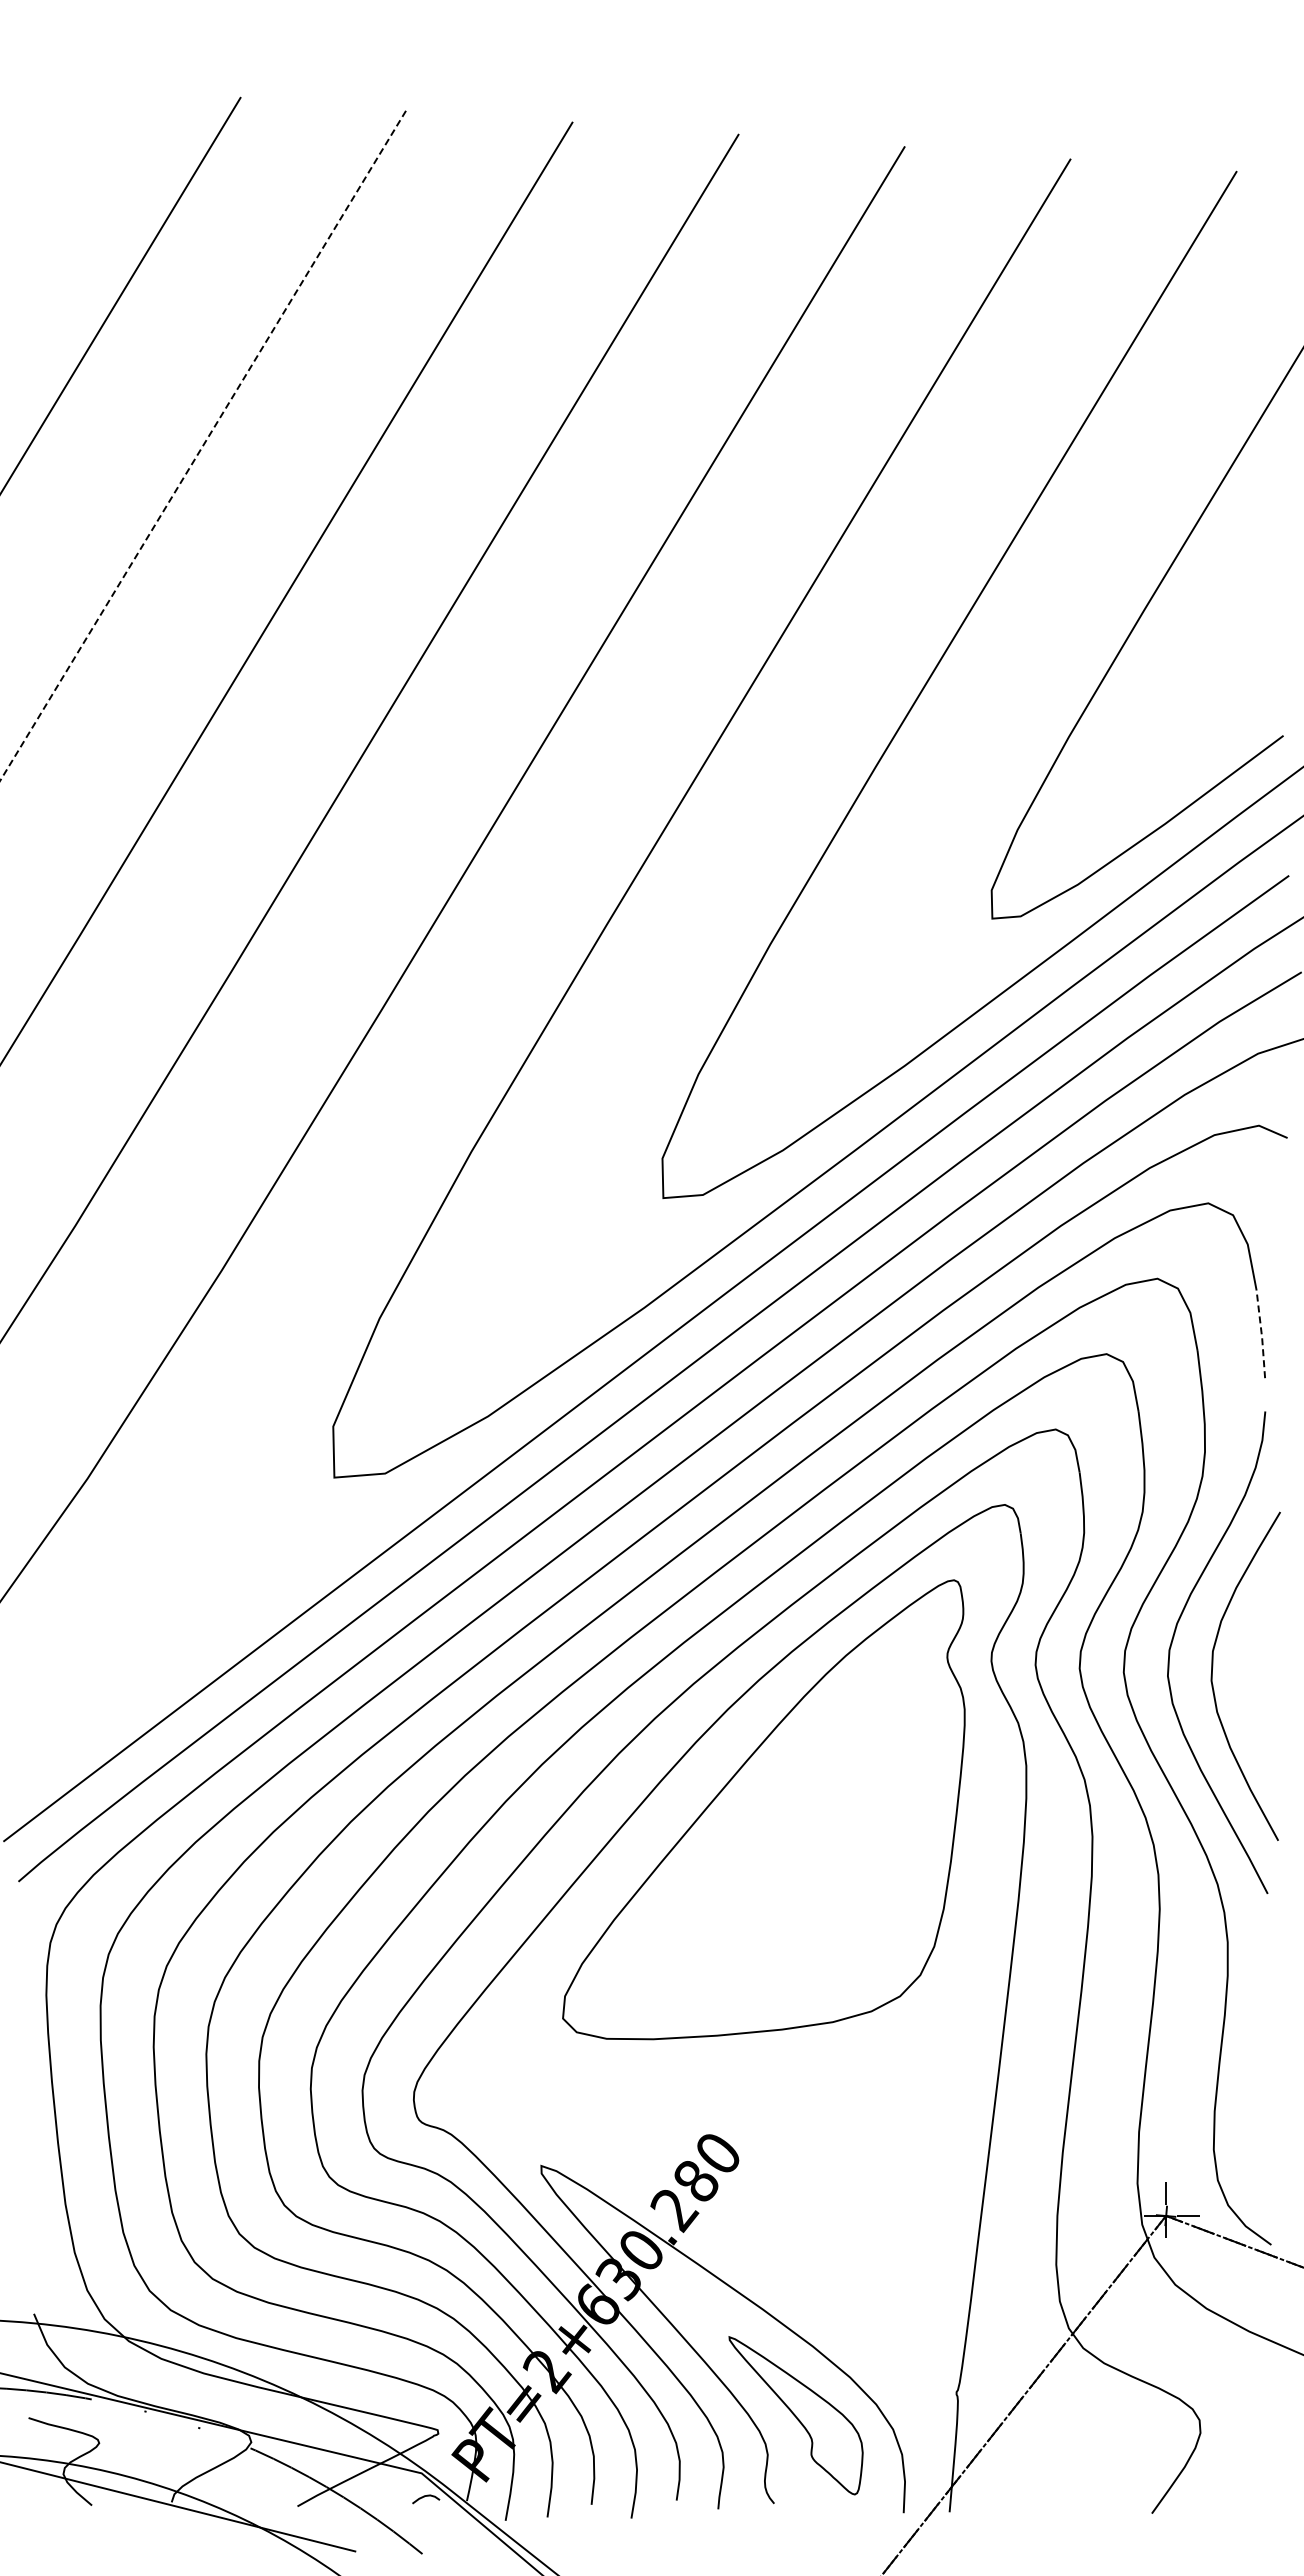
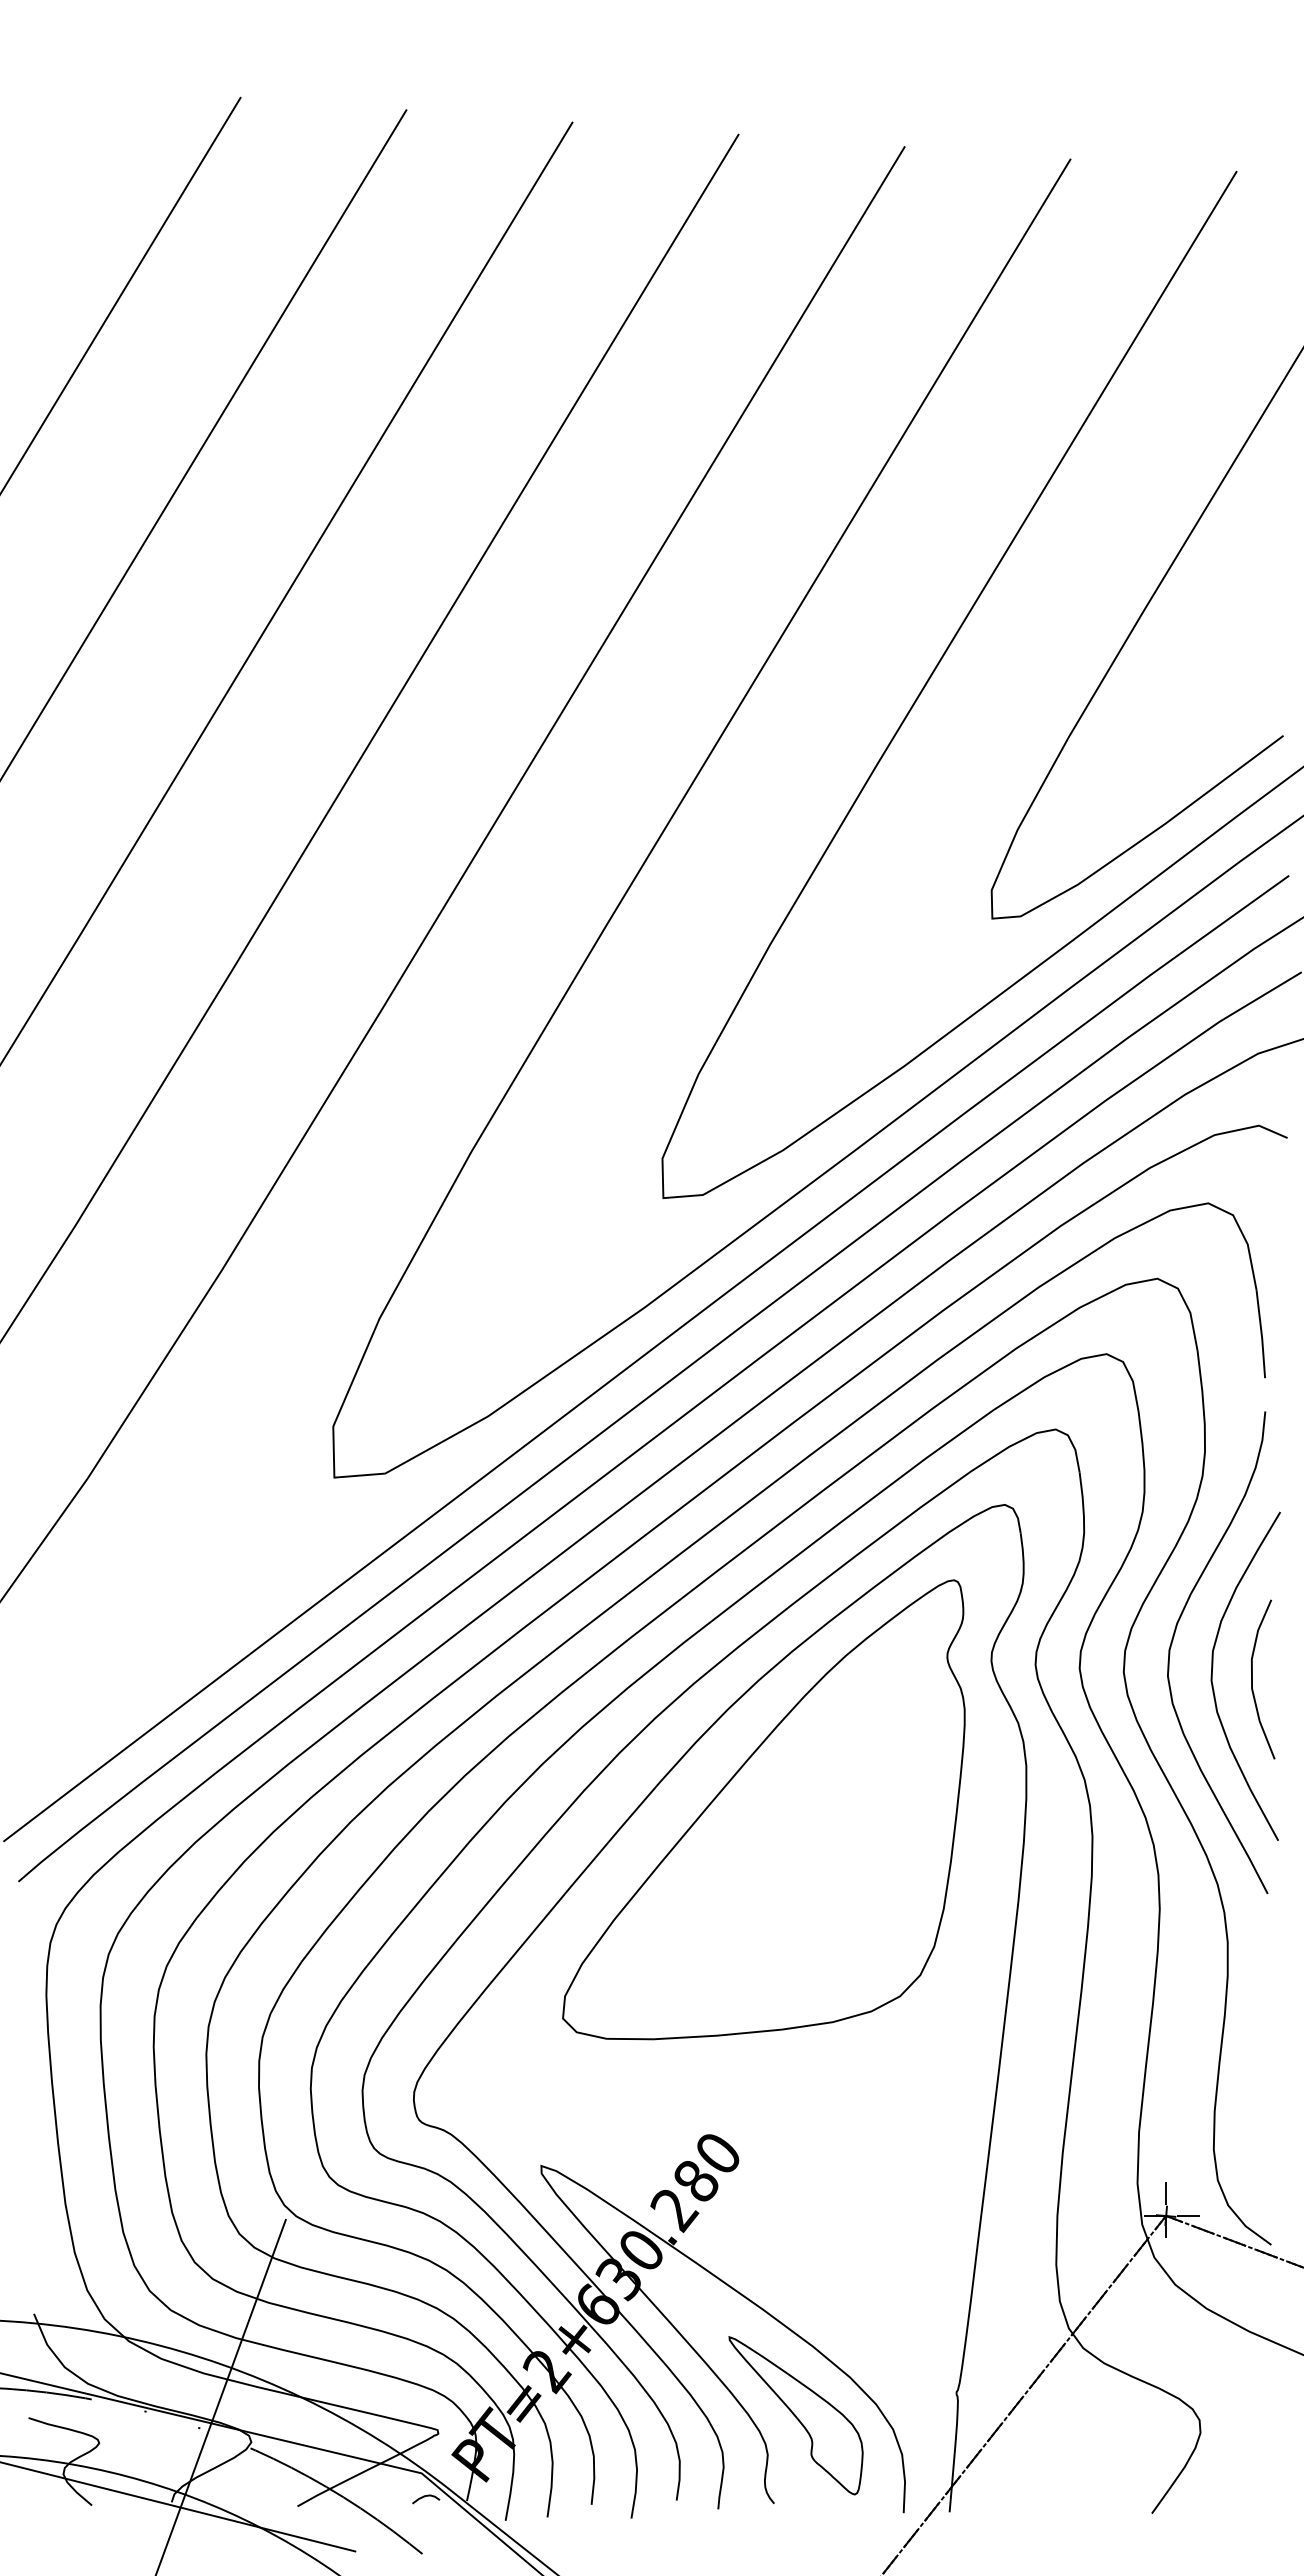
line at (203, 444): dashed -> solid
line at (1261, 1334): dashed -> solid
curve at (1252, 1679): none -> present
line at (220, 2395): none -> present
